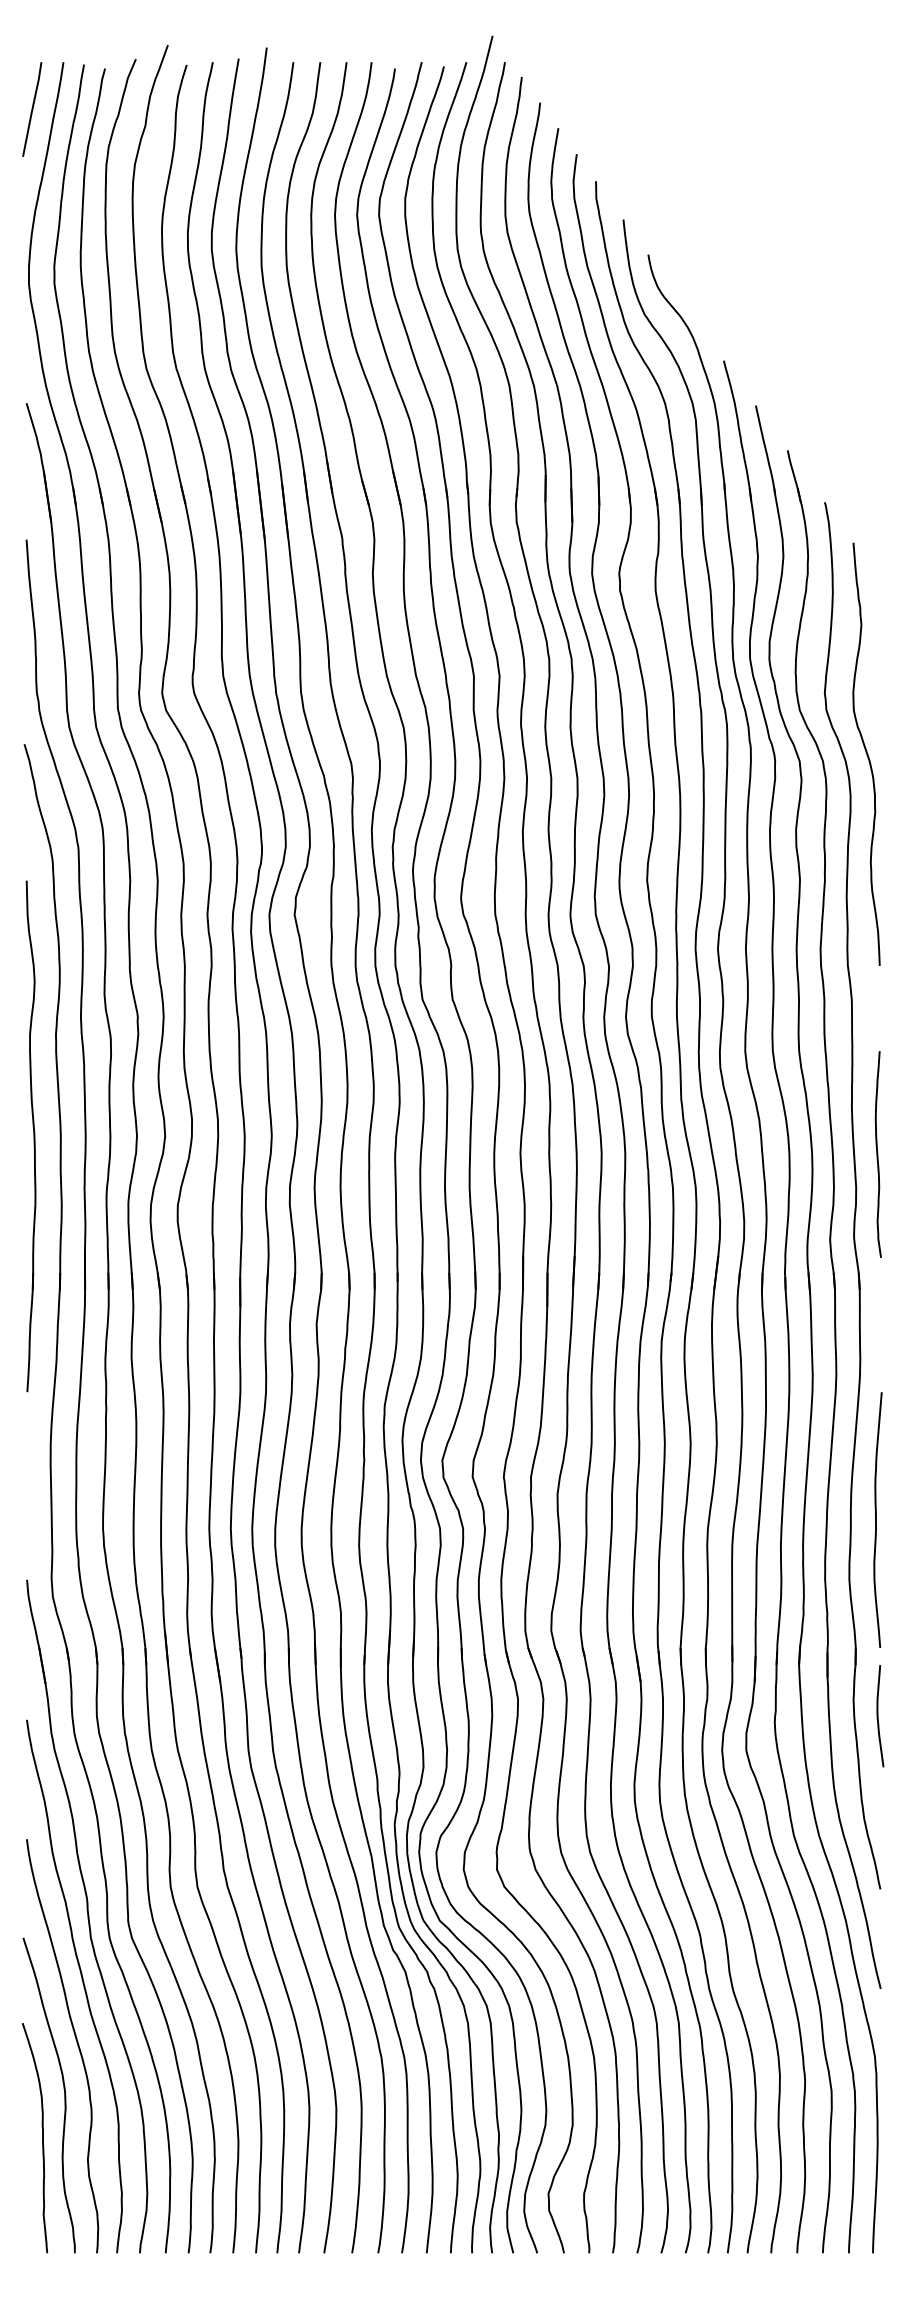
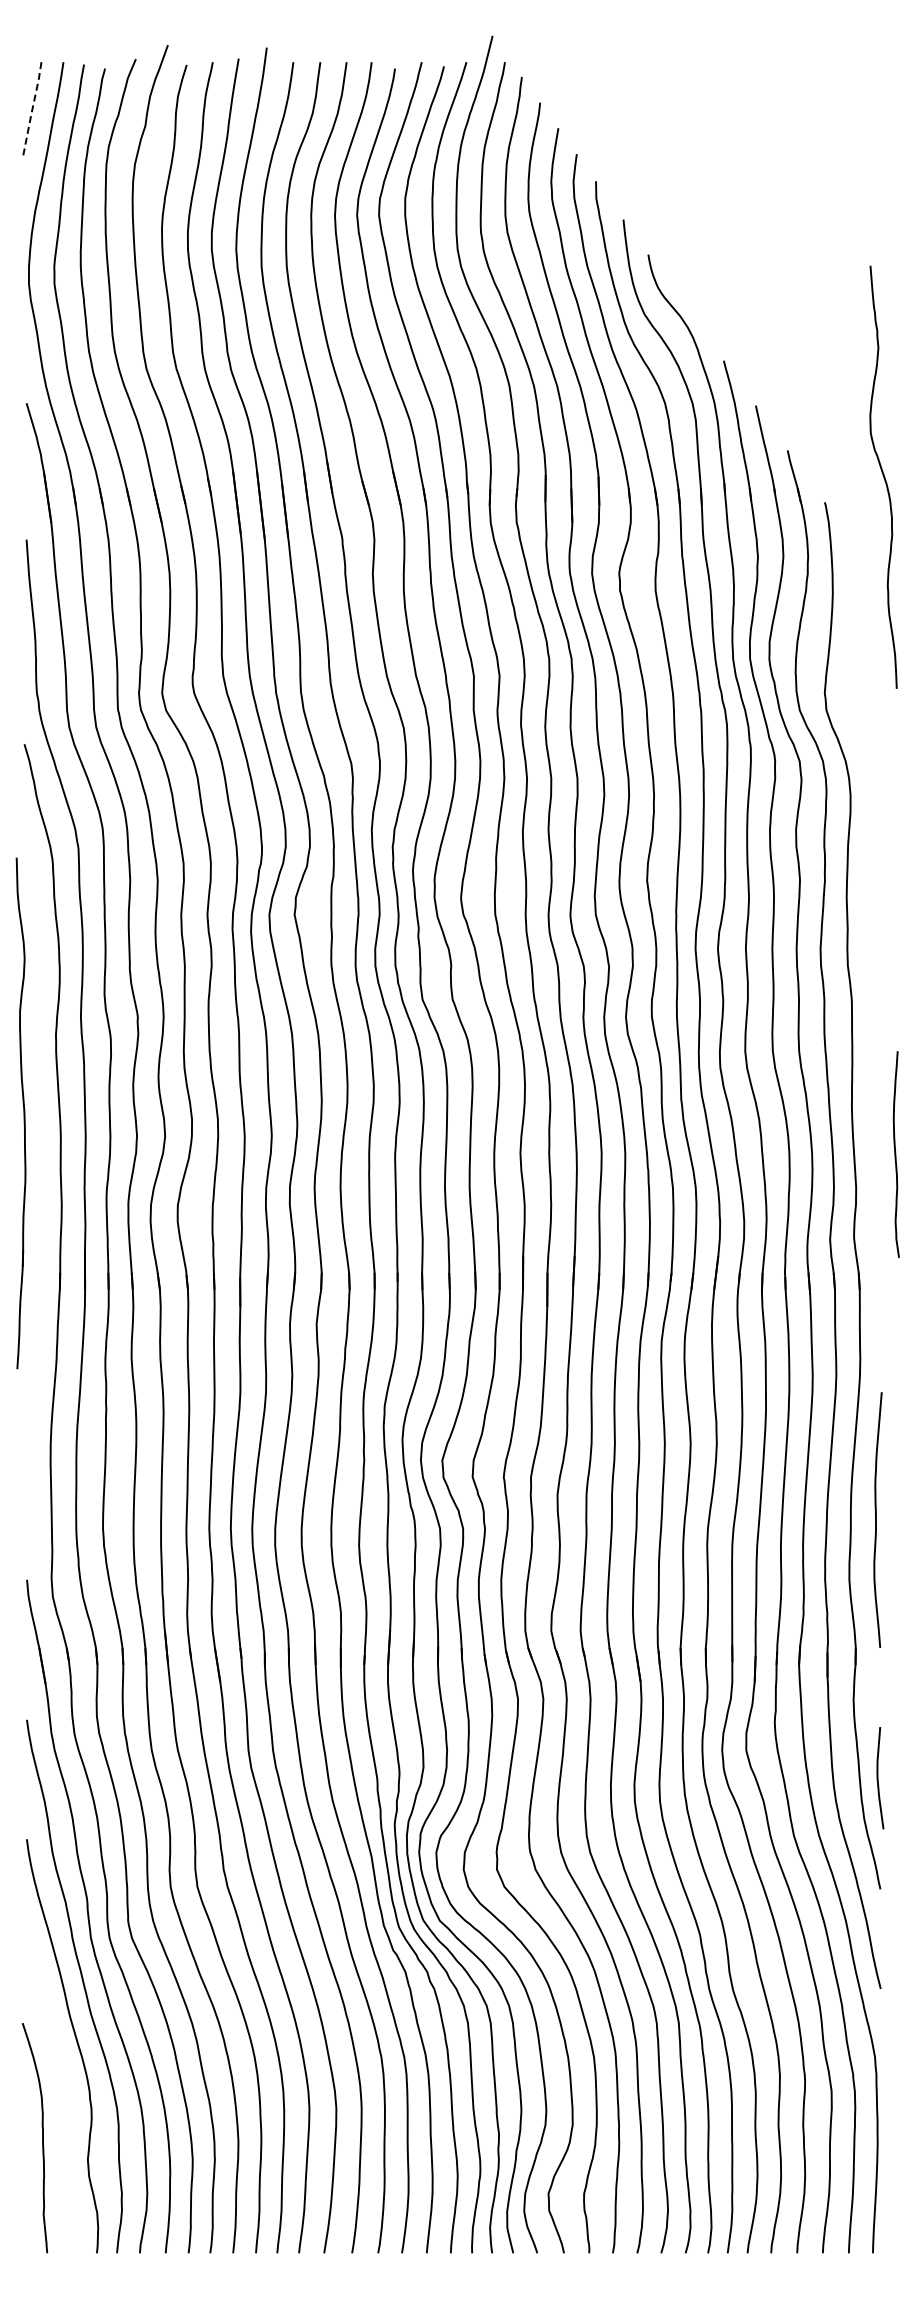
line at (32, 109): solid -> dashed
curve at (866, 753) position: (866, 753) -> (883, 476)
part at (30, 1136) position: (30, 1136) -> (20, 1113)
curve at (877, 1154) position: (877, 1154) -> (895, 1154)
curve at (878, 1716) position: (878, 1716) -> (878, 1778)
curve at (64, 2095): present -> none
